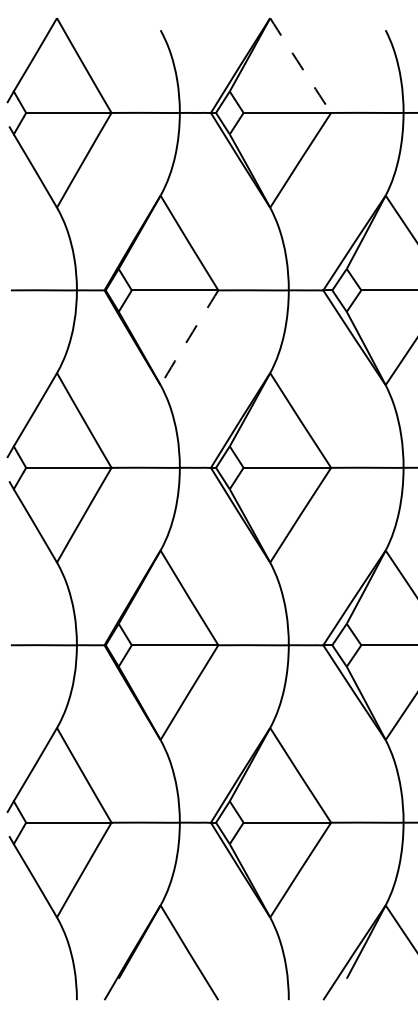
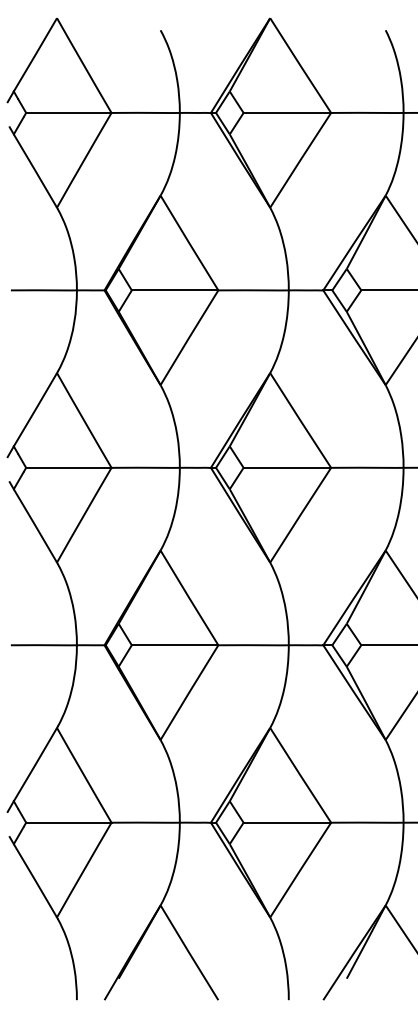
arc at (300, 65): dashed -> solid
arc at (189, 337): dashed -> solid
